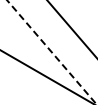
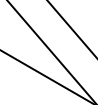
line at (52, 52): dashed -> solid
